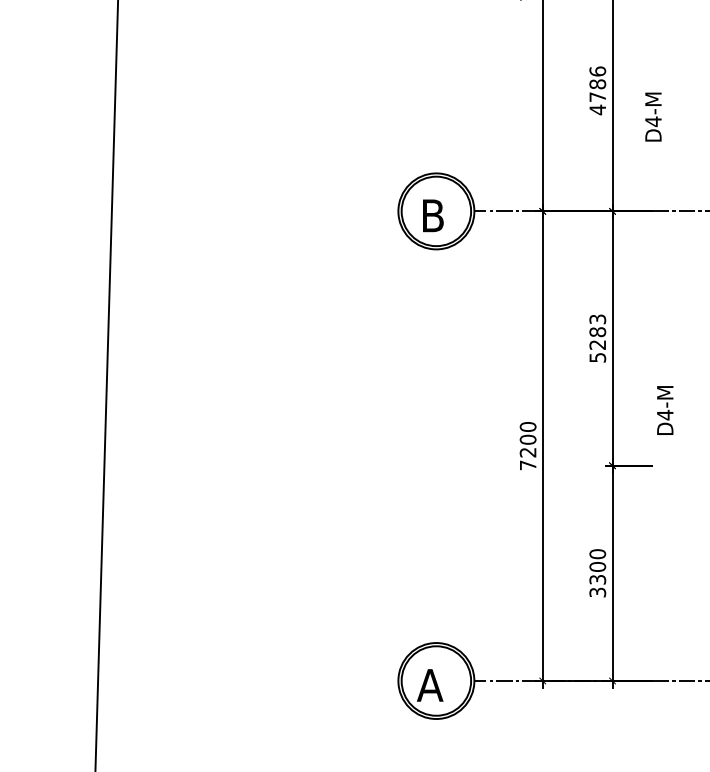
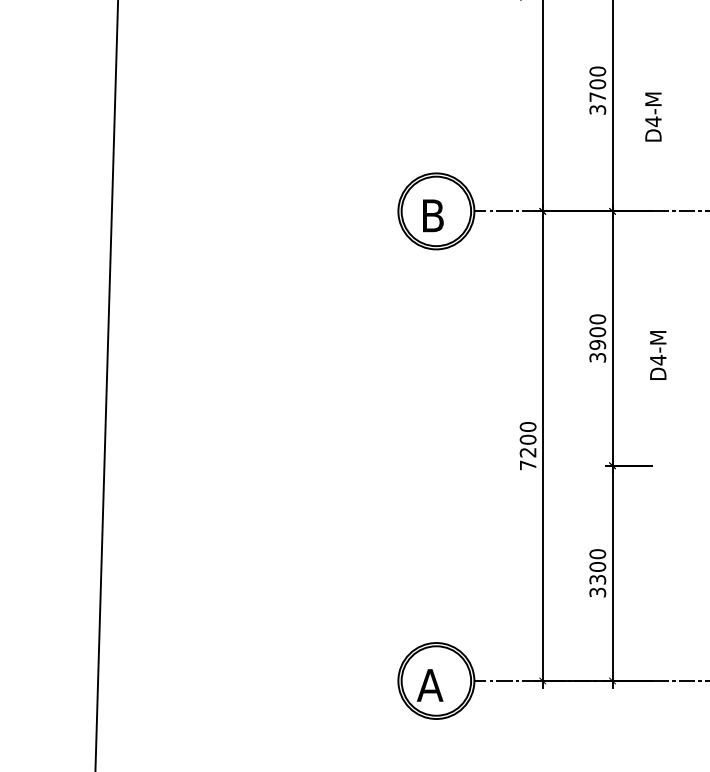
text at (597, 90): 4786 -> 3700
text at (597, 338): 5283 -> 3900
text at (665, 410) position: (665, 410) -> (658, 355)
